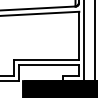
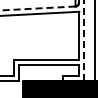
line at (37, 8): solid -> dashed
line at (84, 40): solid -> dashed
